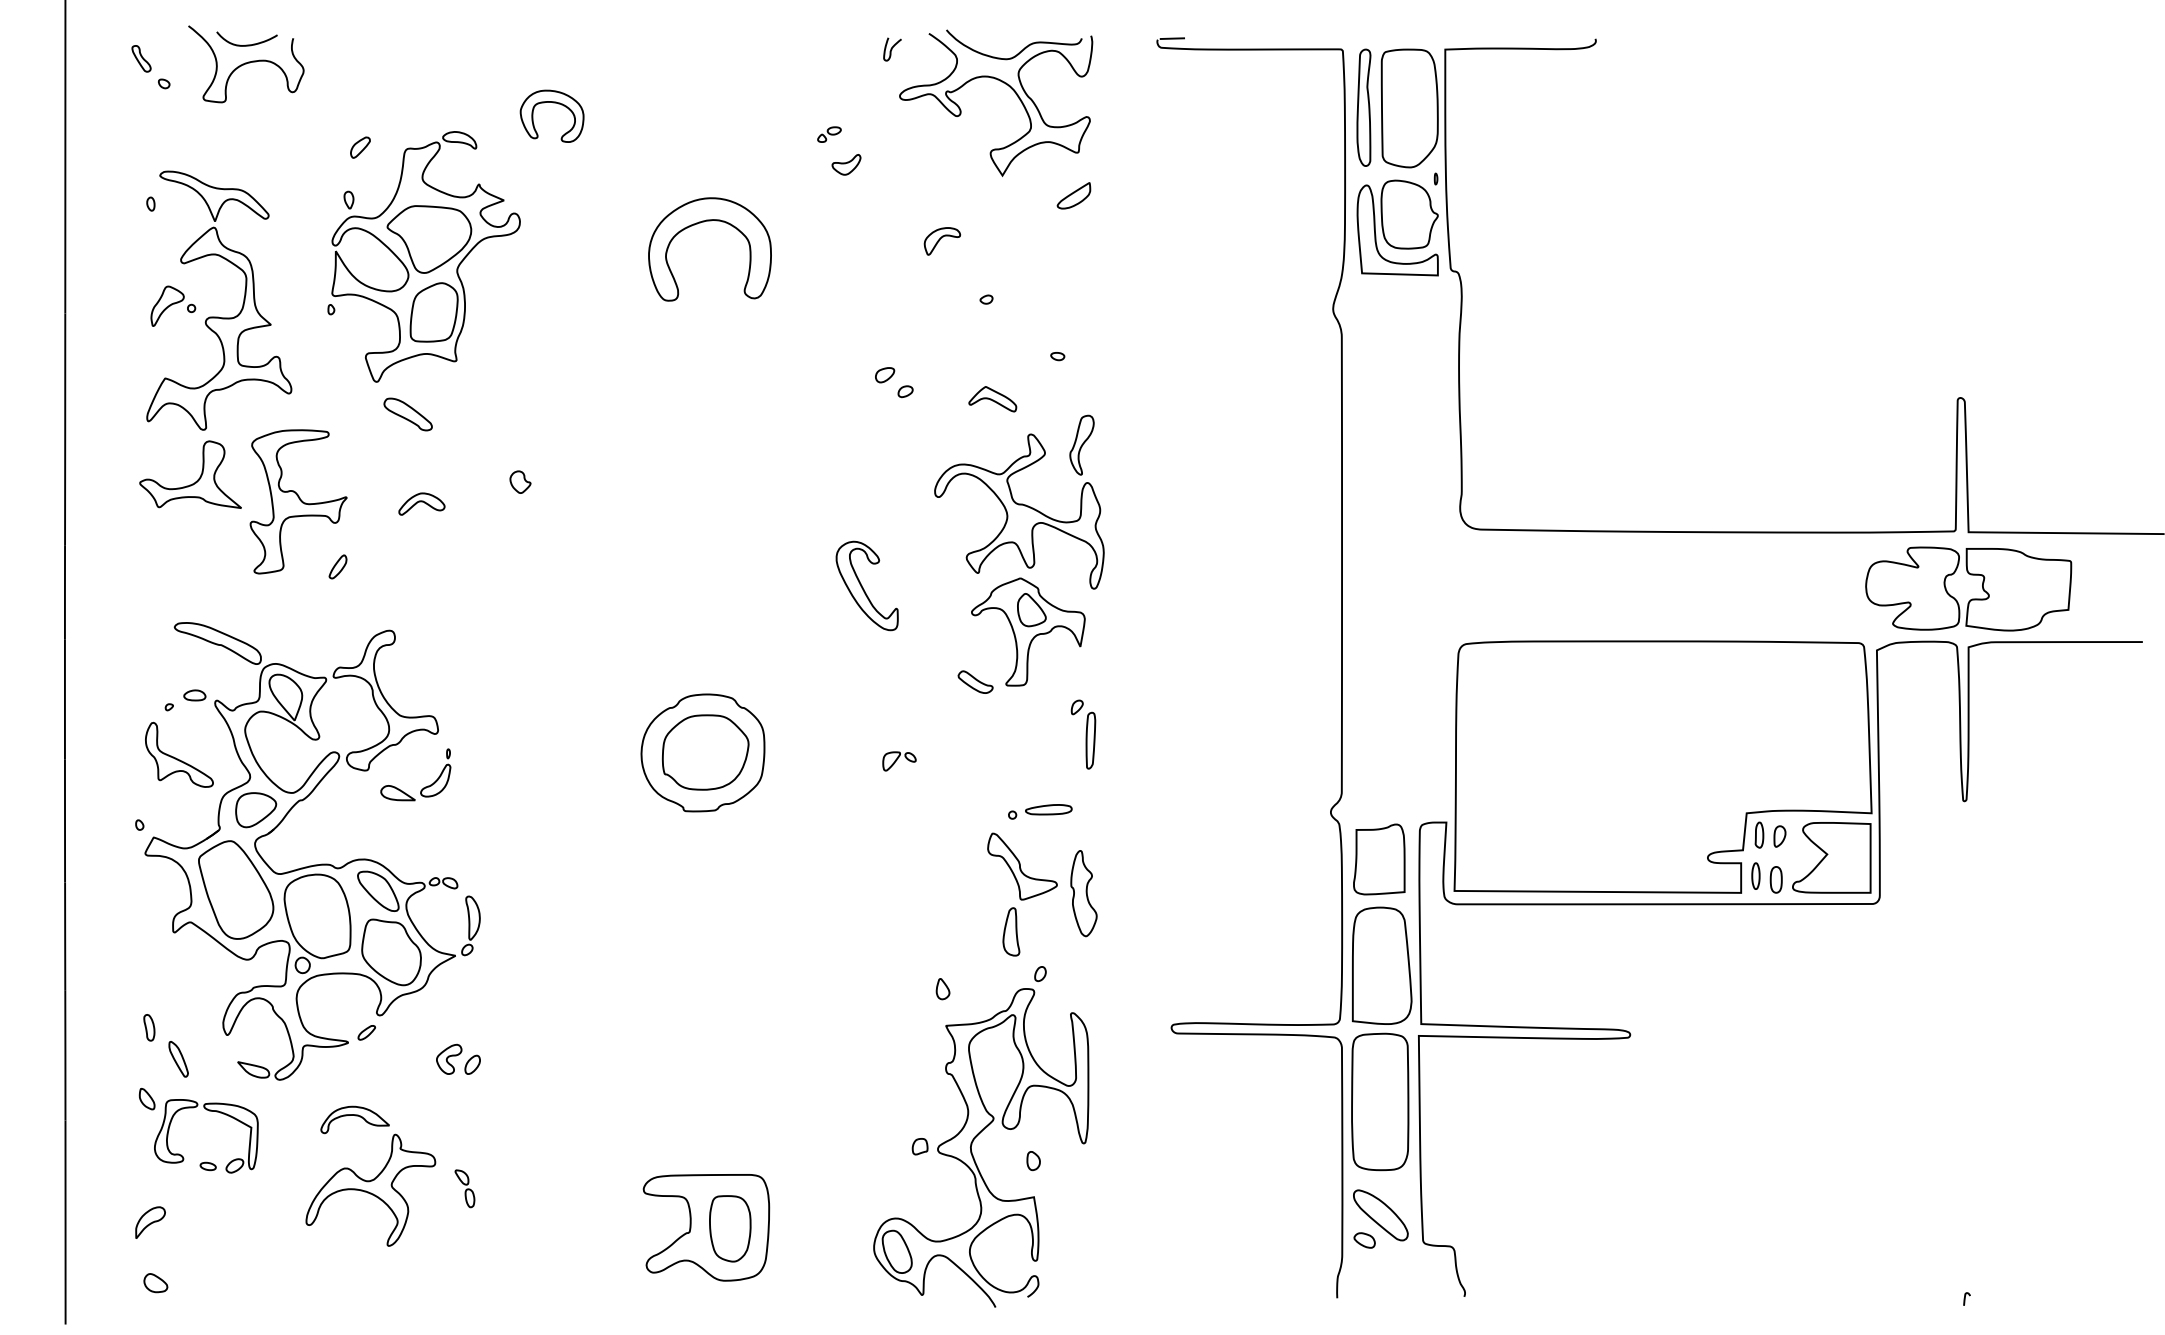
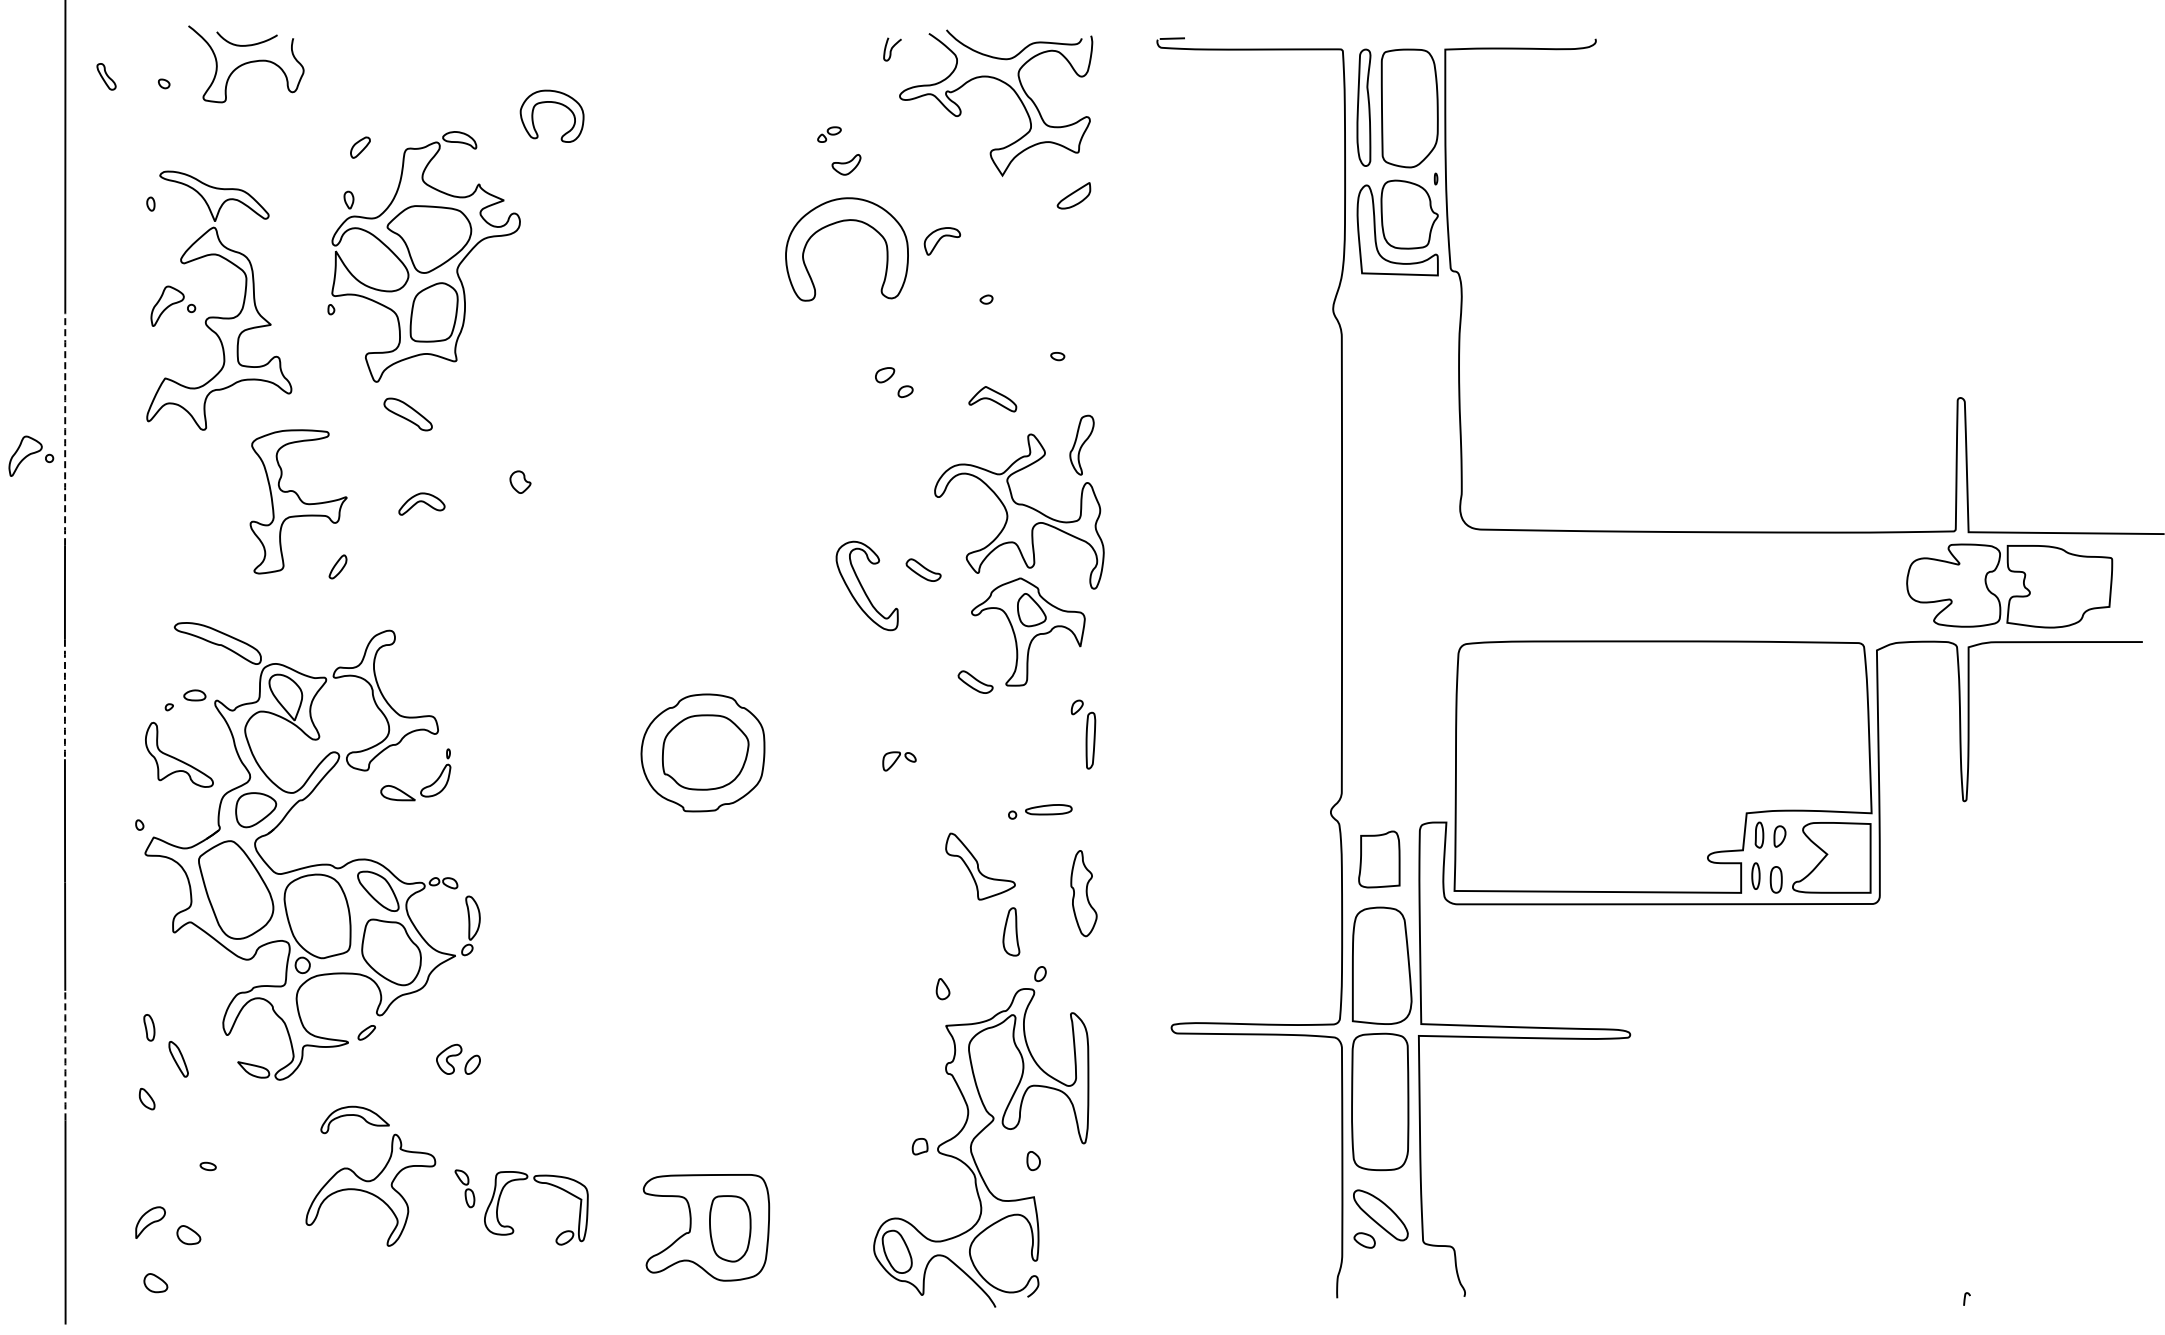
part at (141, 58) position: (141, 58) -> (106, 76)
part at (704, 222) position: (704, 222) -> (841, 222)
arc at (65, 429): solid -> dashed
part at (31, 455): none -> present
part at (196, 480): present -> none
part at (923, 569): none -> present
part at (1972, 598) position: (1972, 598) -> (2013, 595)
arc at (64, 699): solid -> dashed
part at (1379, 859) size: 53x73 px -> 43x59 px
part at (1022, 866) position: (1022, 866) -> (980, 866)
arc at (65, 1055): solid -> dashed
part at (209, 1111) position: (209, 1111) -> (539, 1183)
part at (188, 1235): none -> present
